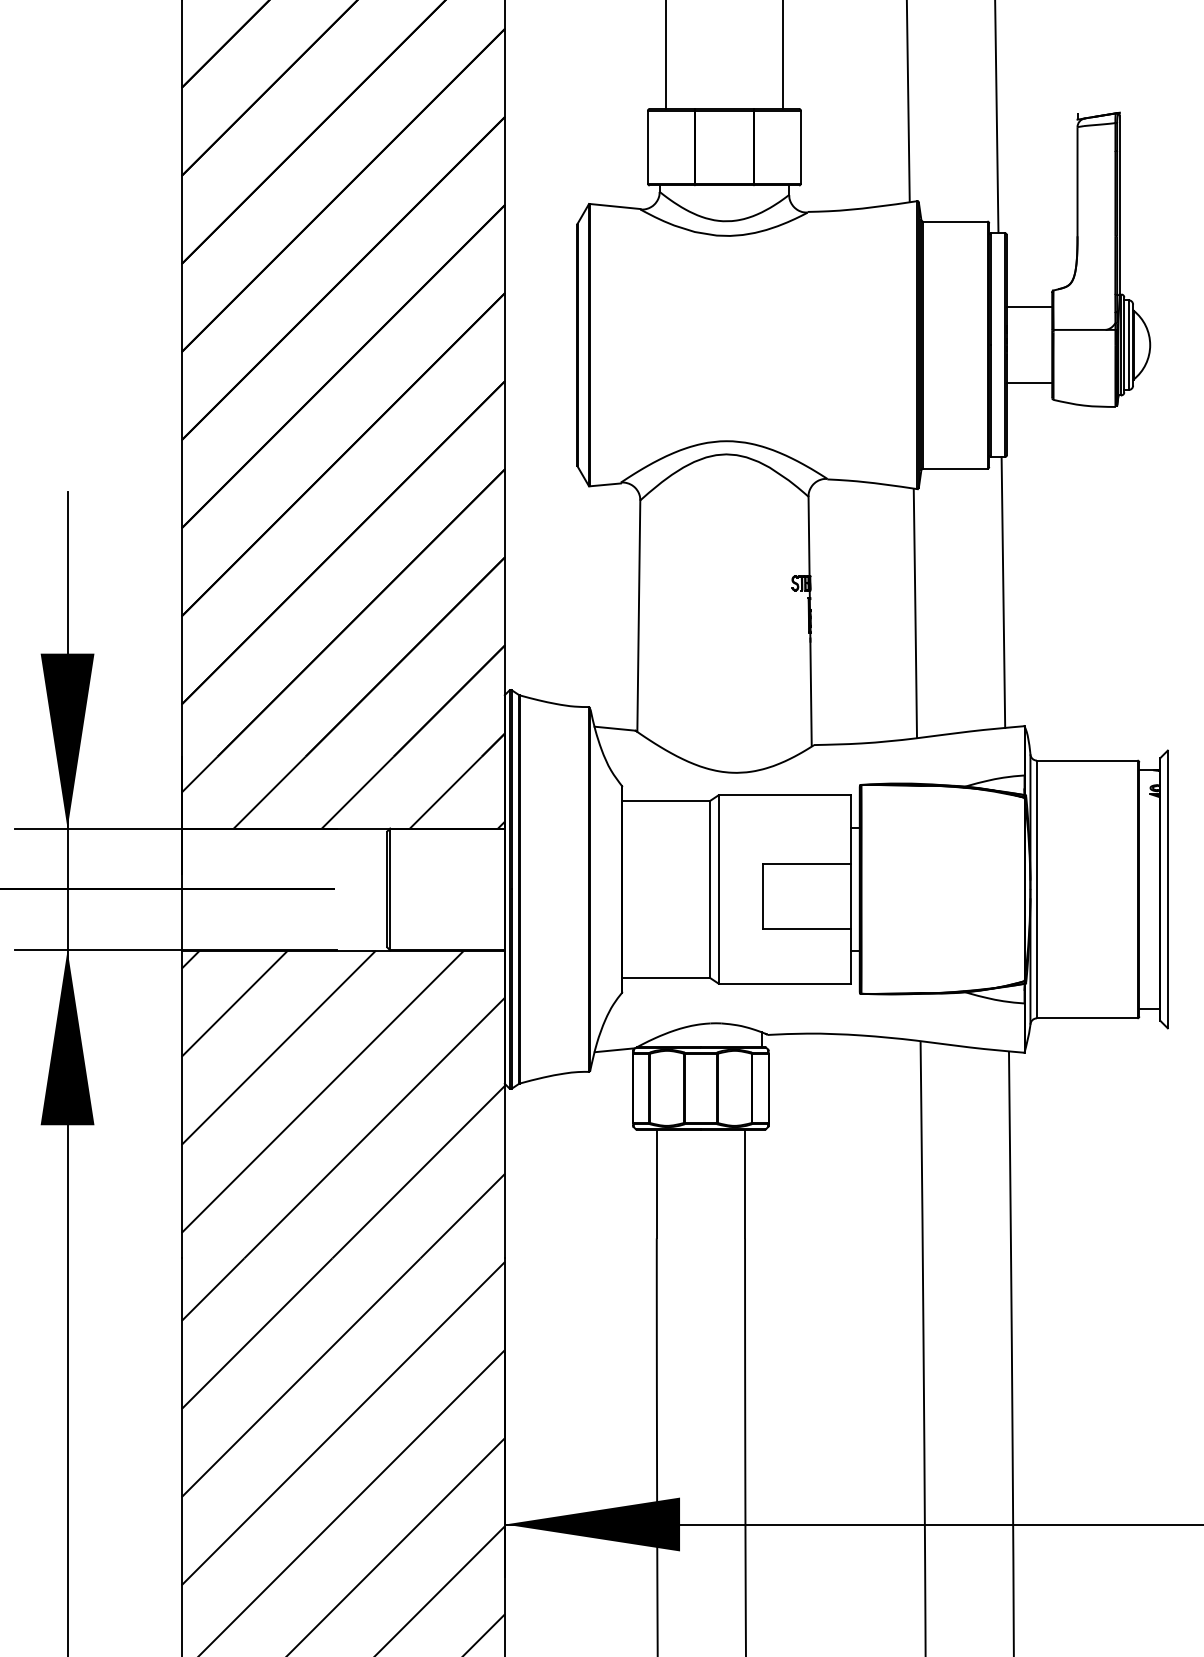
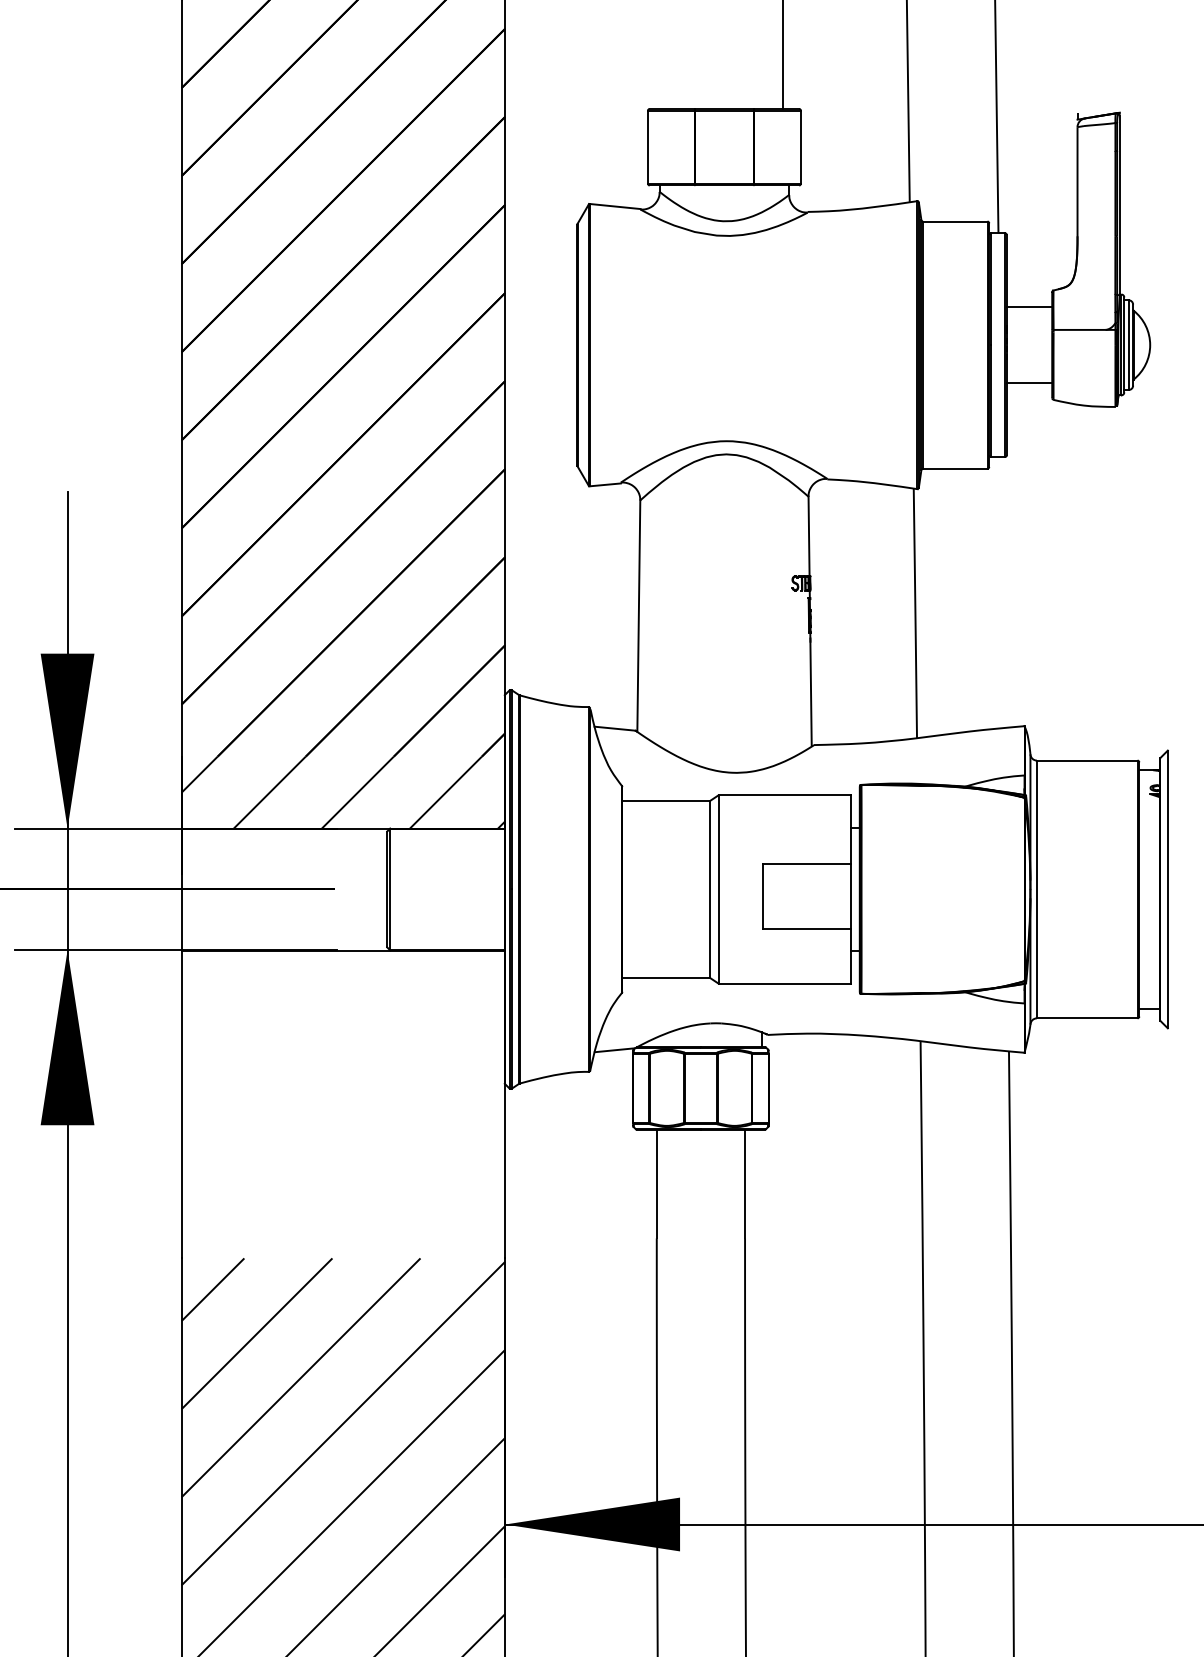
line at (665, 55): present -> none
line at (1003, 592): present -> none
hatch at (343, 1104): present -> none
